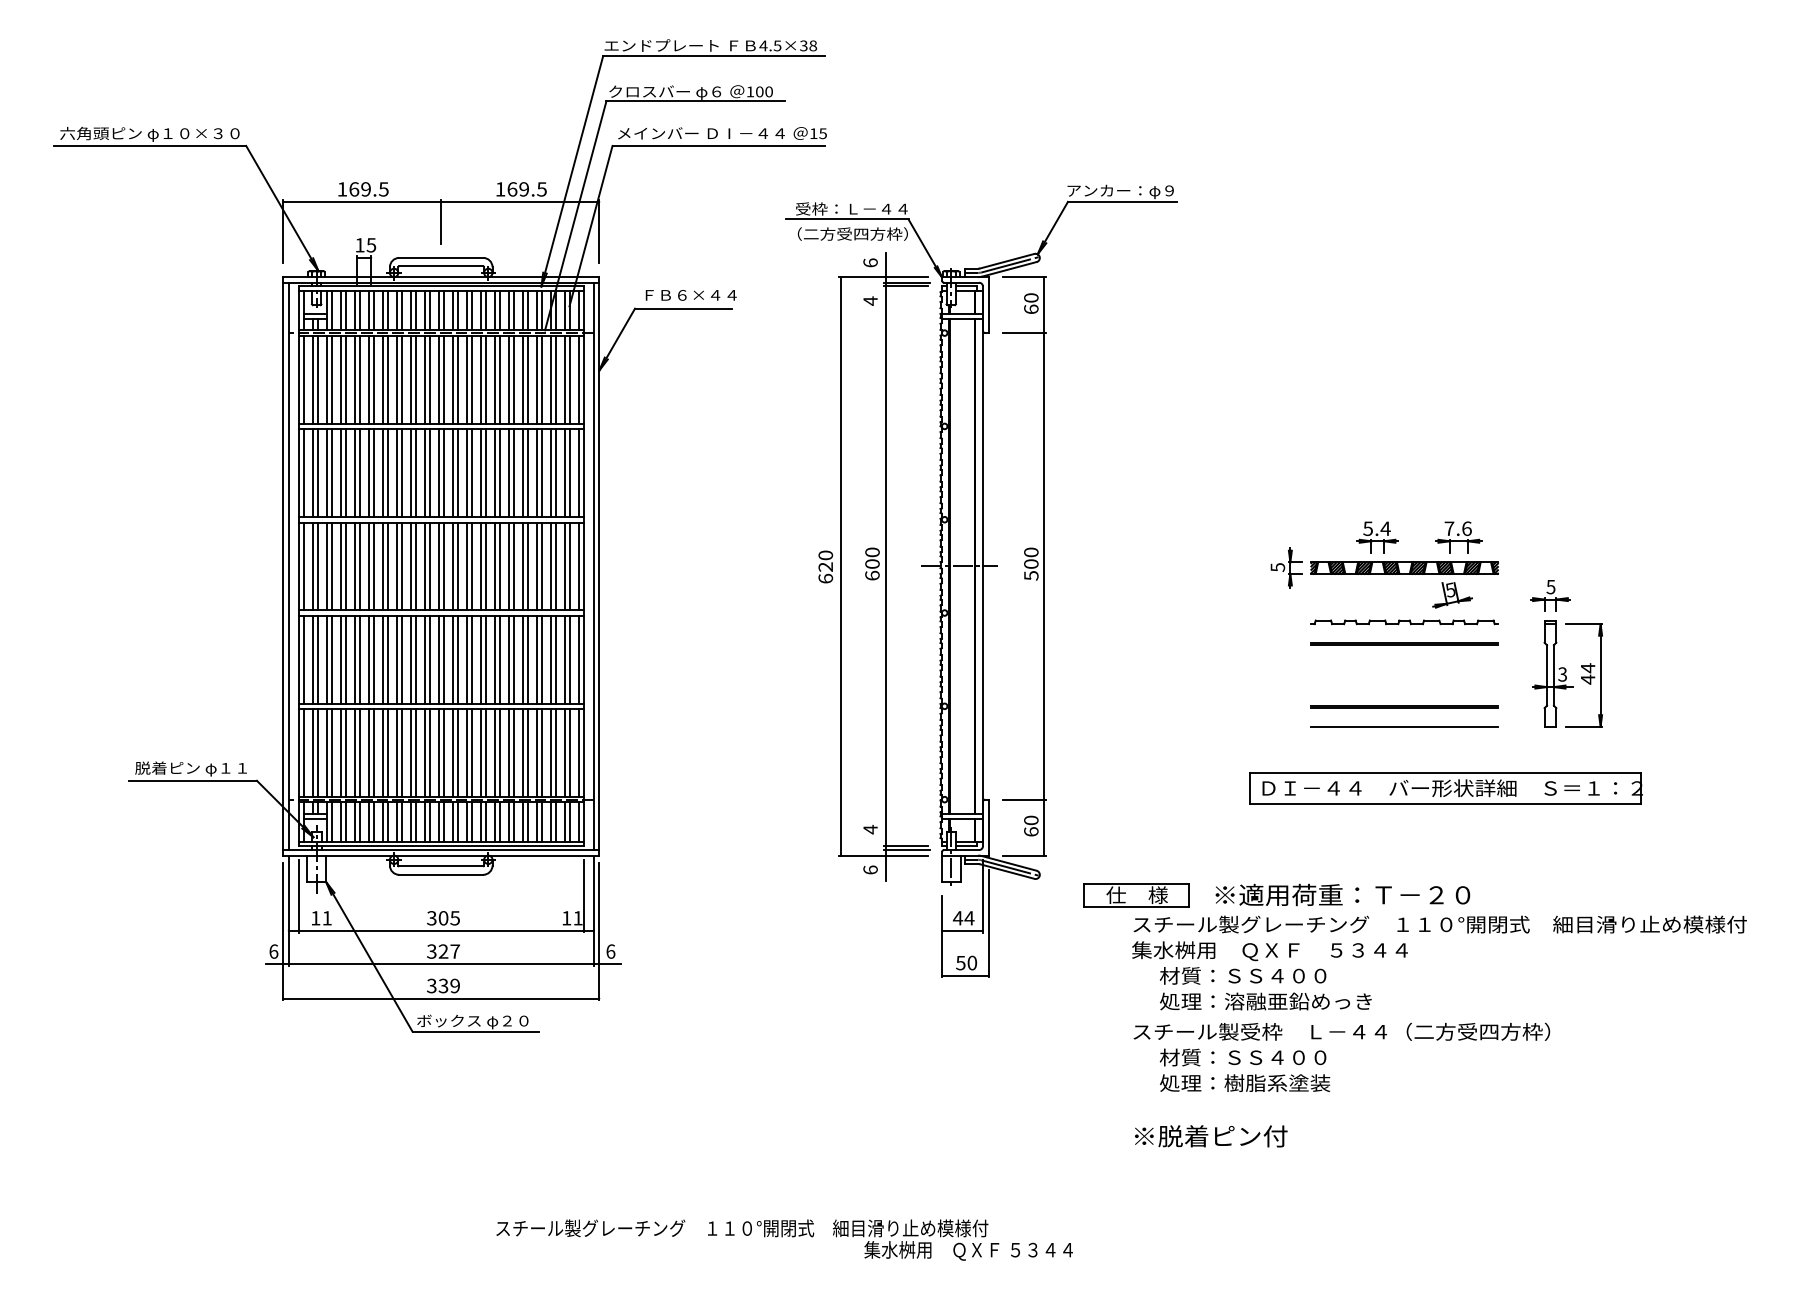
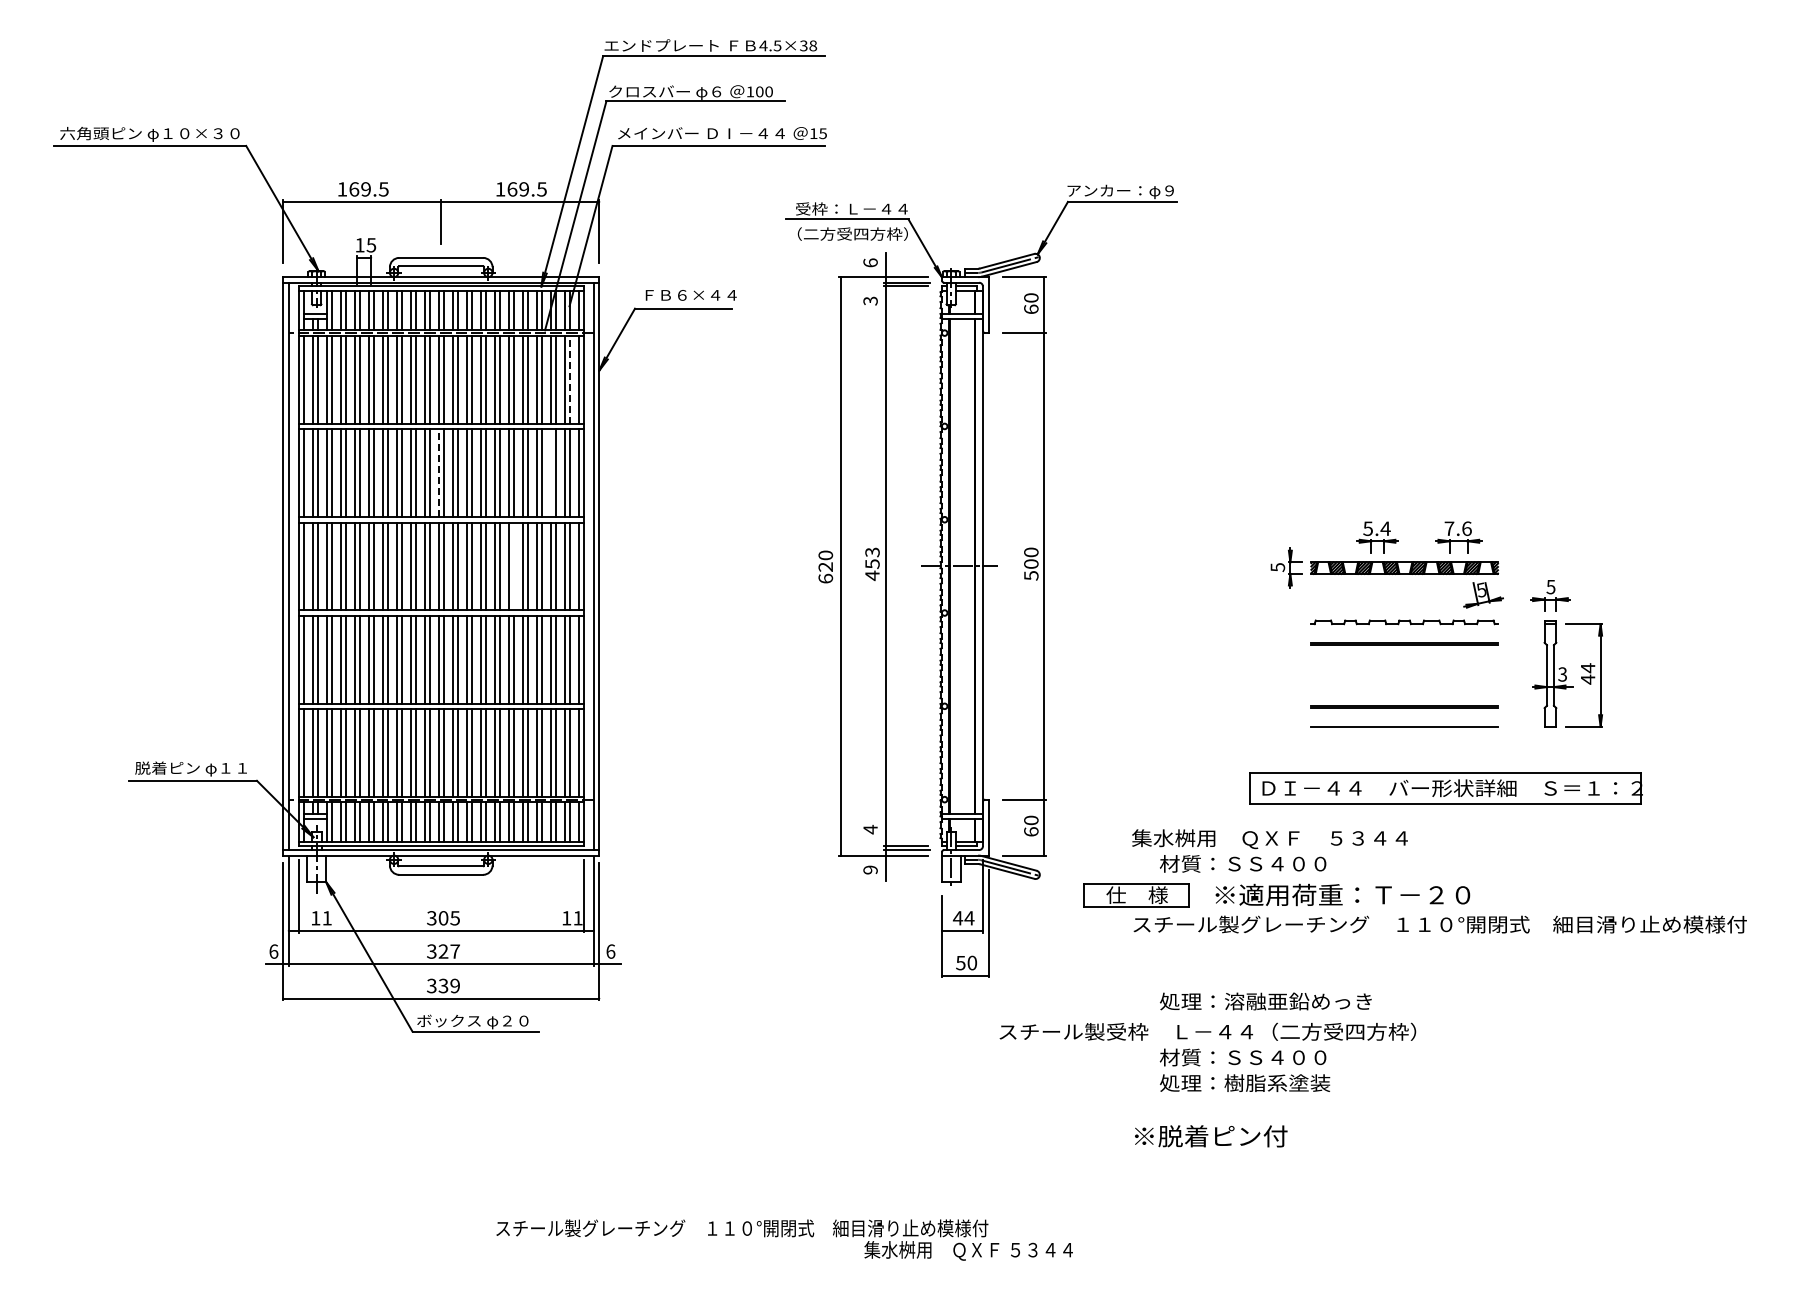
text at (870, 300): 4 -> 3
line at (569, 379): solid -> dashed
line at (550, 472): present -> none
line at (438, 473): solid -> dashed
text at (872, 564): 600 -> 453
line at (513, 566): present -> none
part at (1452, 595) position: (1452, 595) -> (1483, 595)
text at (870, 869): 6 -> 9
text at (1269, 962) position: (1269, 962) -> (1269, 850)
text at (1341, 1031) position: (1341, 1031) -> (1207, 1031)
